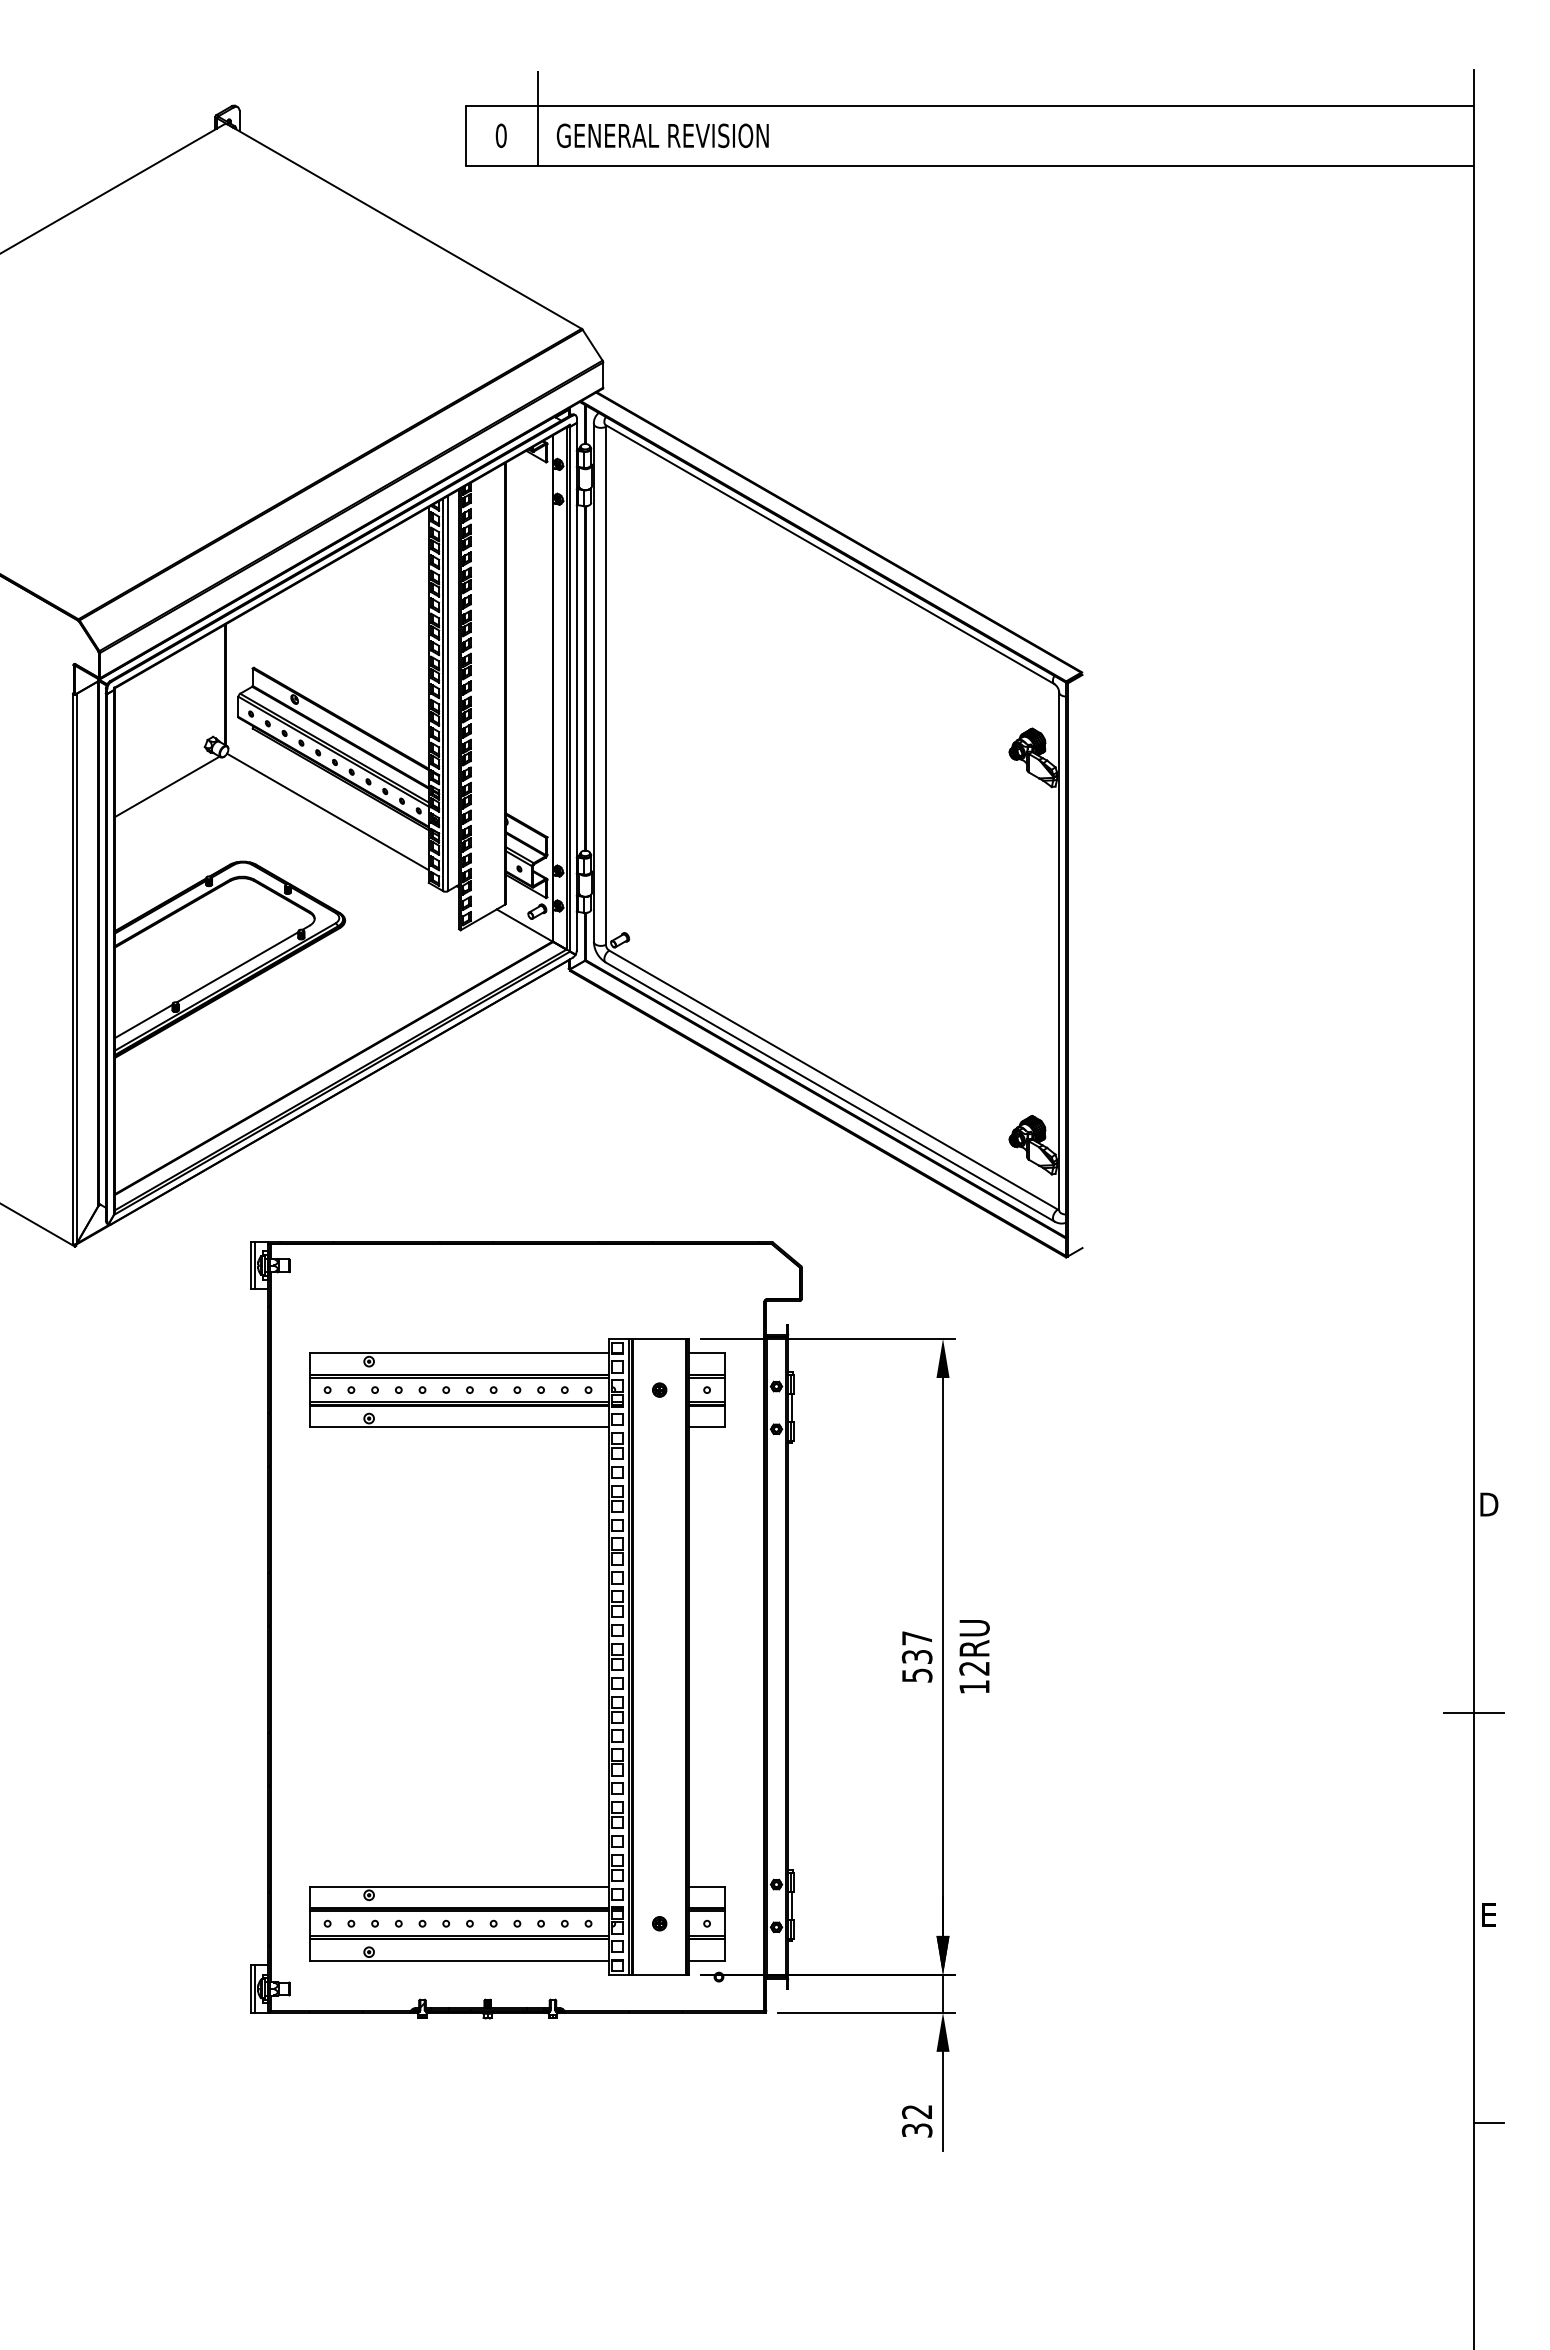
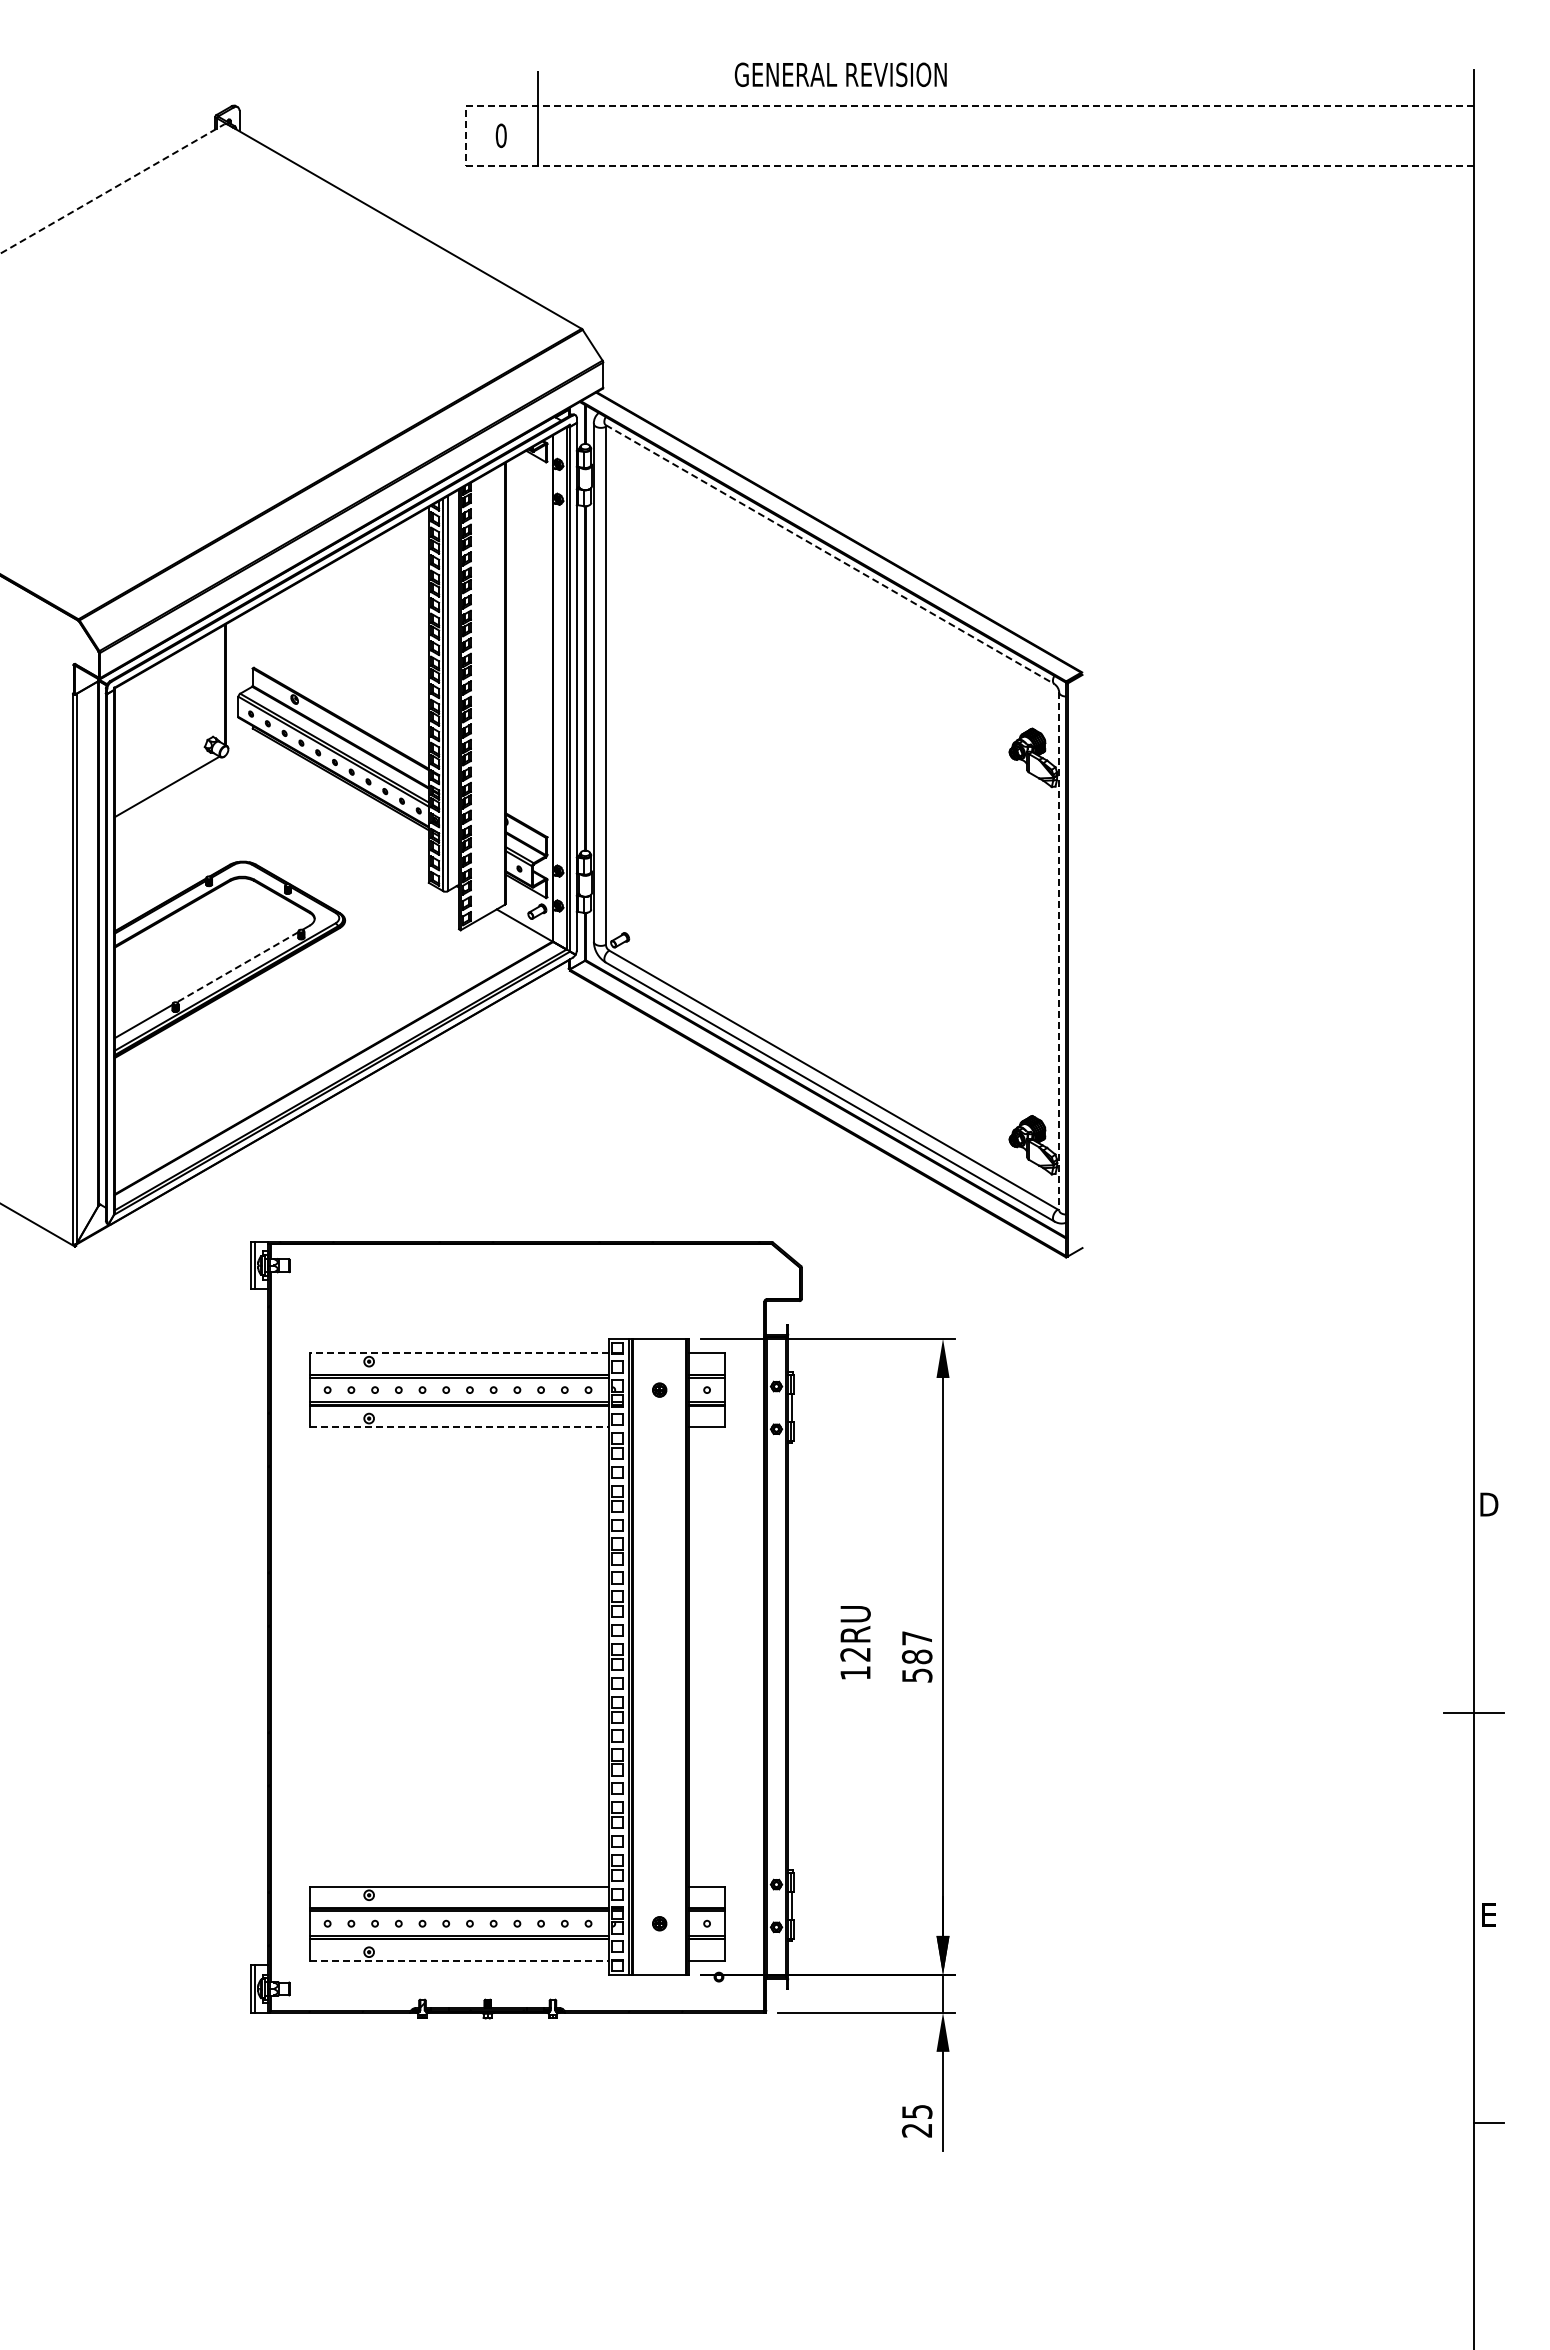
line at (466, 135): solid -> dashed
text at (662, 135) position: (662, 135) -> (840, 74)
line at (112, 188): solid -> dashed
line at (830, 554): solid -> dashed
line at (327, 811): present -> none
line at (1059, 951): solid -> dashed
line at (237, 967): solid -> dashed
line at (458, 1353): solid -> dashed
line at (459, 1426): solid -> dashed
text at (917, 1656): 537 -> 587
text at (974, 1656) position: (974, 1656) -> (855, 1642)
line at (459, 1960): solid -> dashed
text at (916, 2121): 32 -> 25
